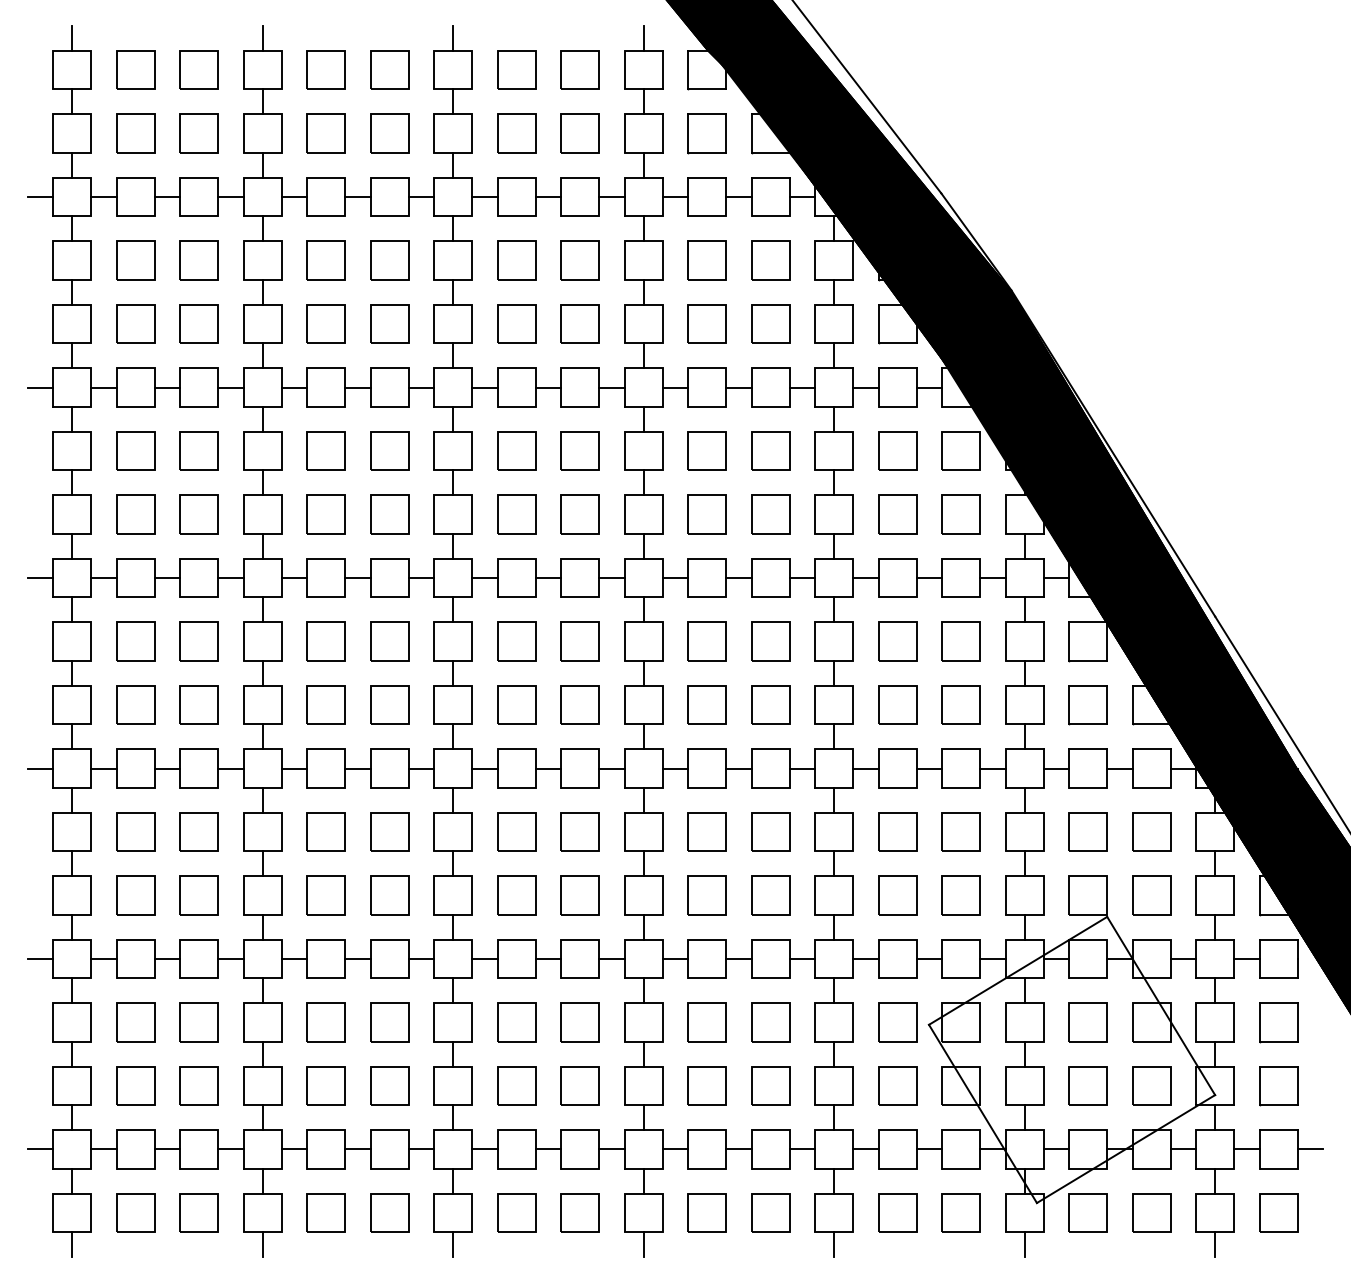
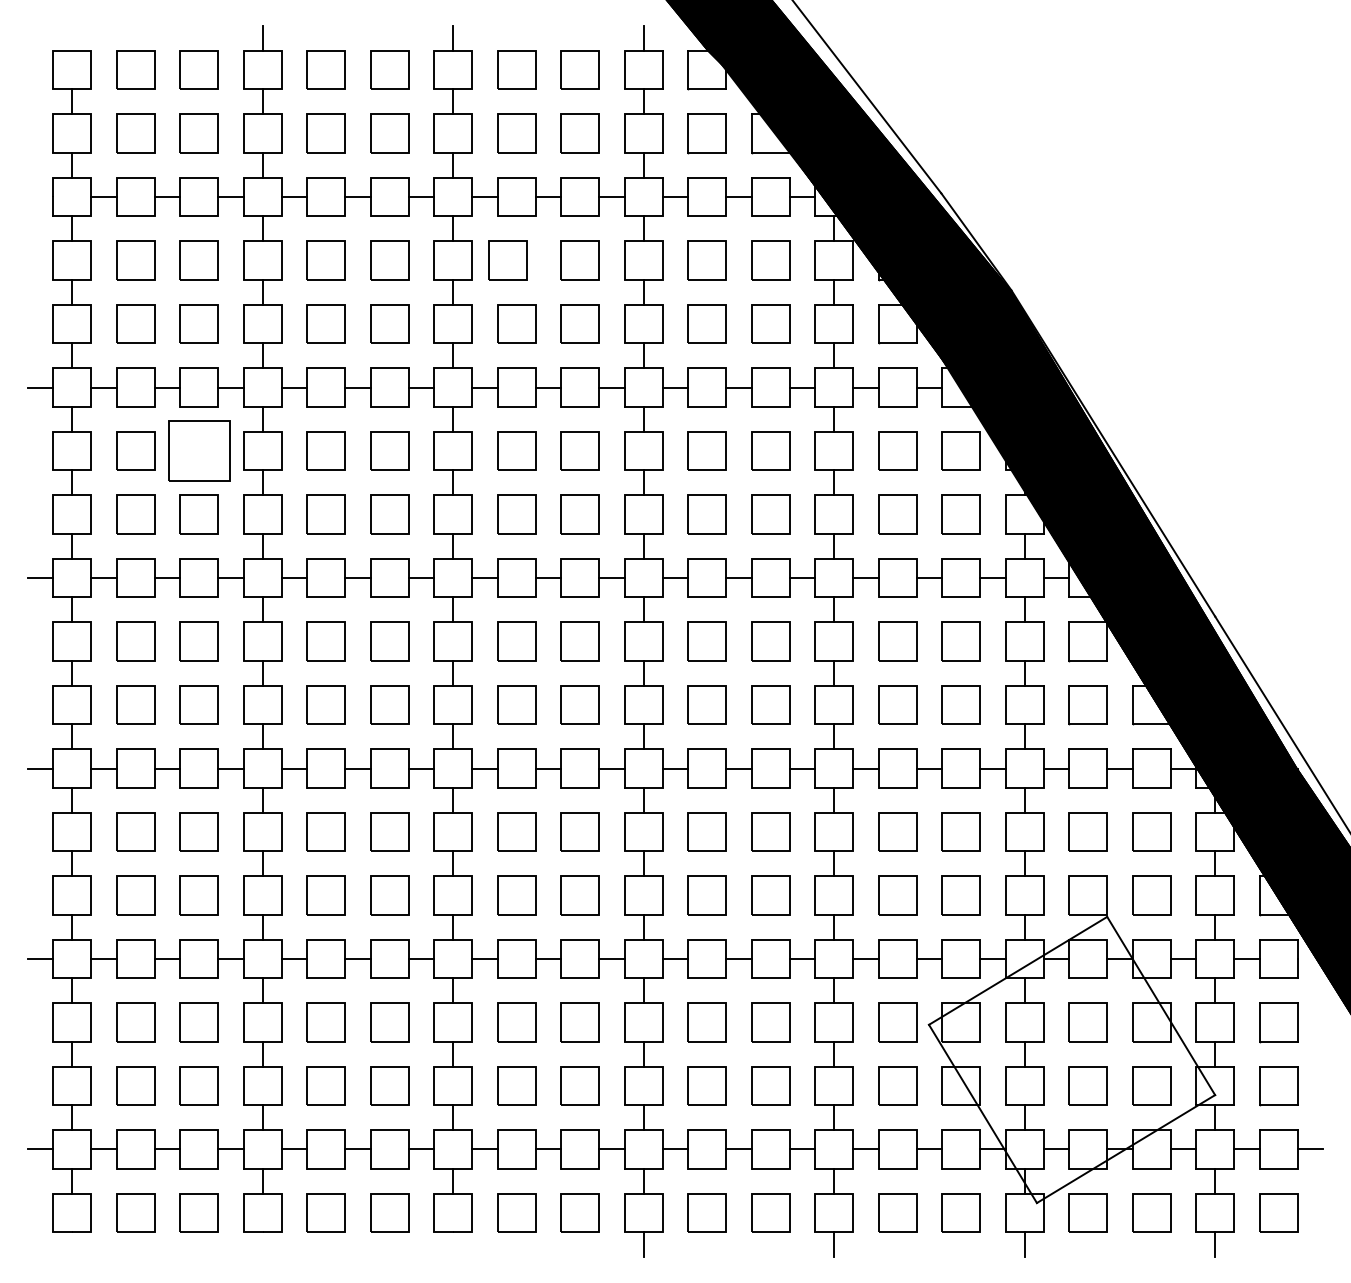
line at (72, 37): present -> none
line at (40, 197): present -> none
part at (516, 260) position: (516, 260) -> (507, 260)
part at (198, 450) size: 40x40 px -> 63x62 px
line at (72, 1244): present -> none
line at (262, 1244): present -> none
line at (453, 1244): present -> none
